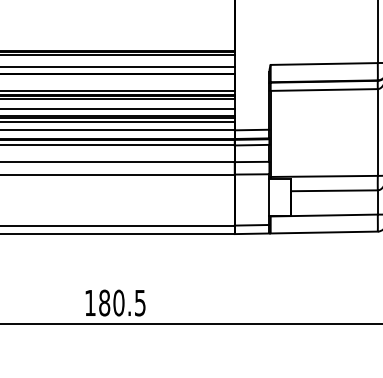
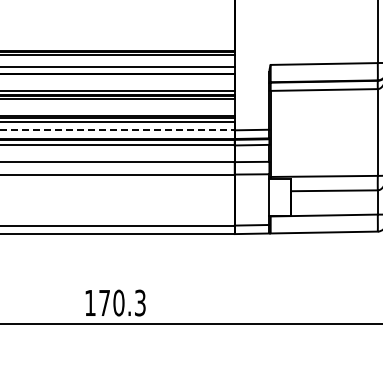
line at (118, 108): present -> none
line at (117, 130): solid -> dashed
text at (122, 302): 180.5 -> 170.3
